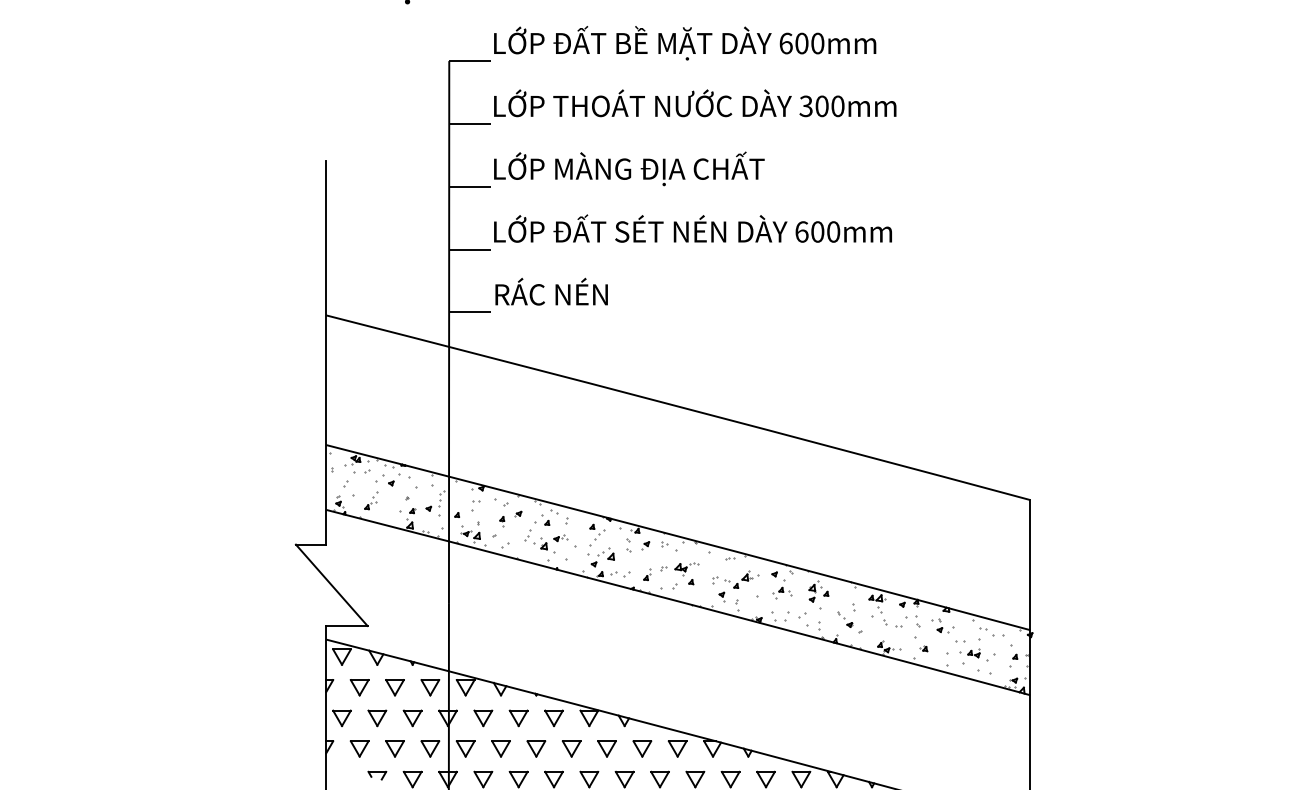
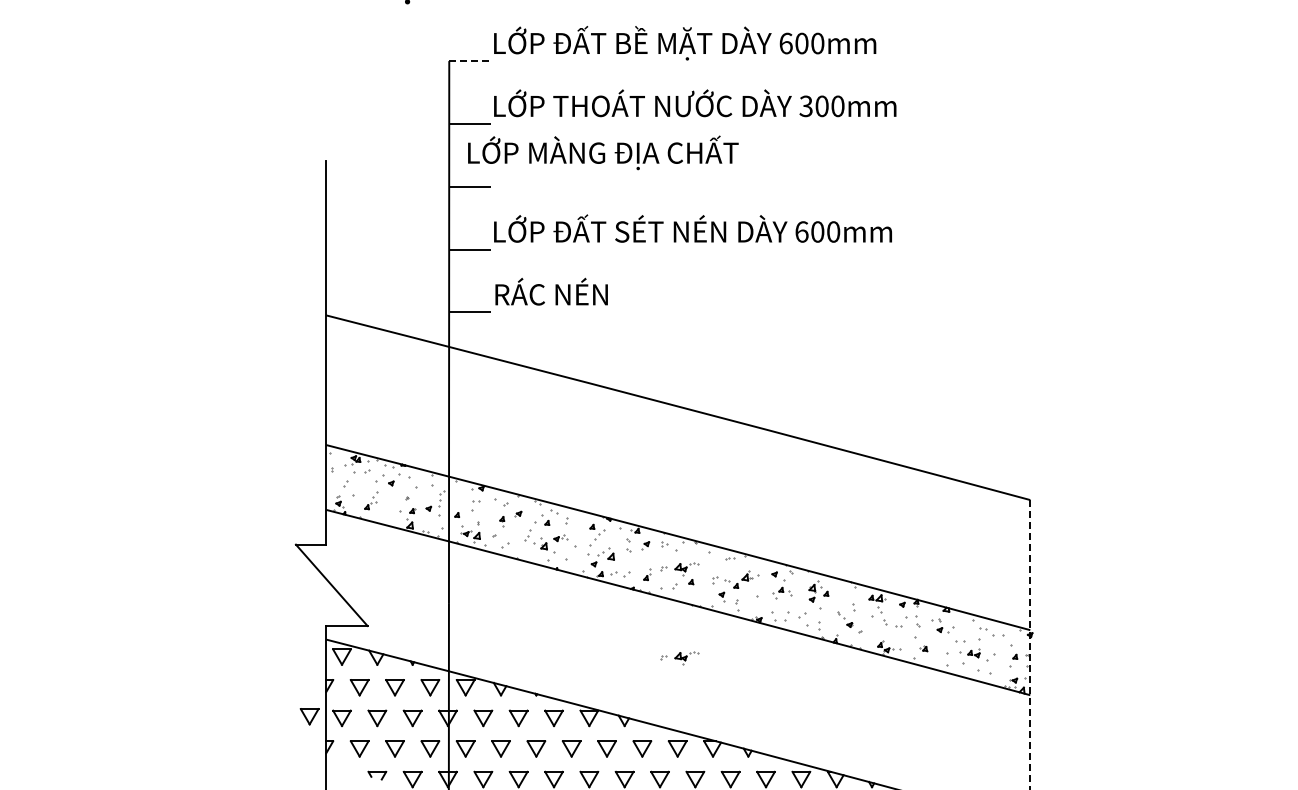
line at (470, 61): solid -> dashed
text at (629, 168) position: (629, 168) -> (603, 152)
line at (1030, 644): solid -> dashed
part at (679, 658): none -> present
part at (309, 716): none -> present
